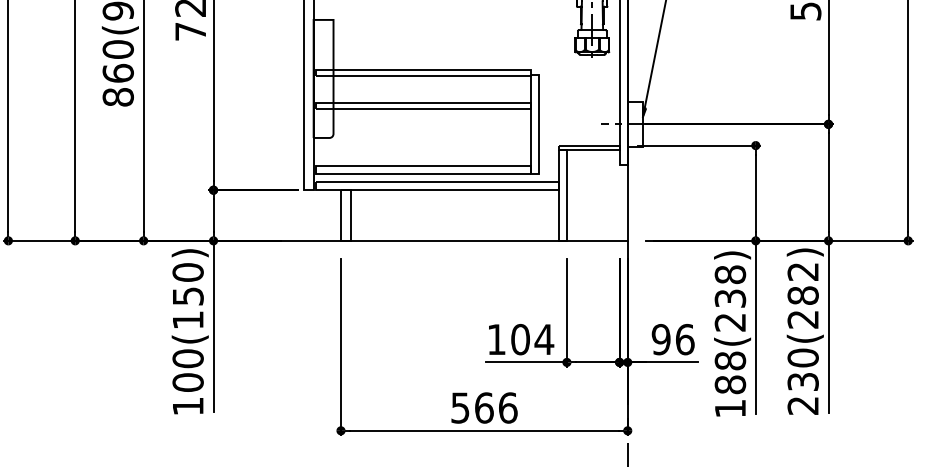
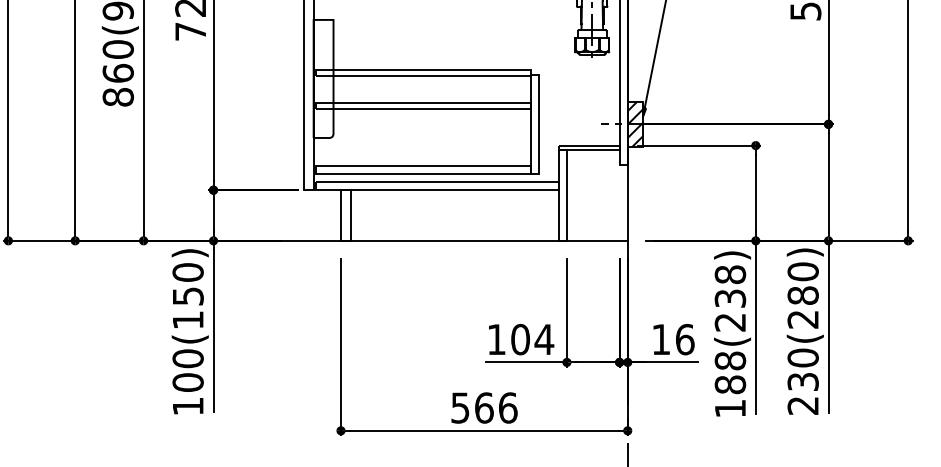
hatch at (634, 124): none -> present
text at (802, 271): 230(282) -> 230(280)
text at (660, 339): 96 -> 16
